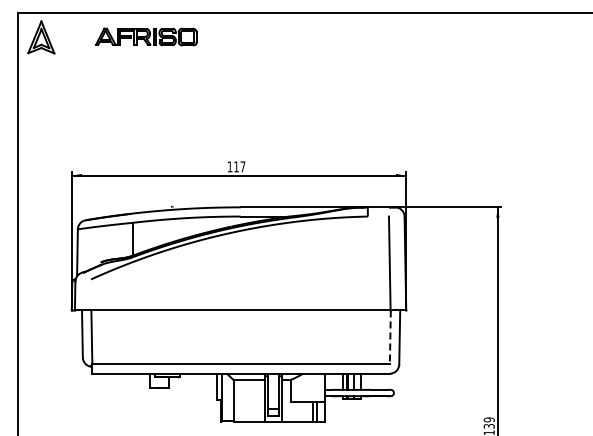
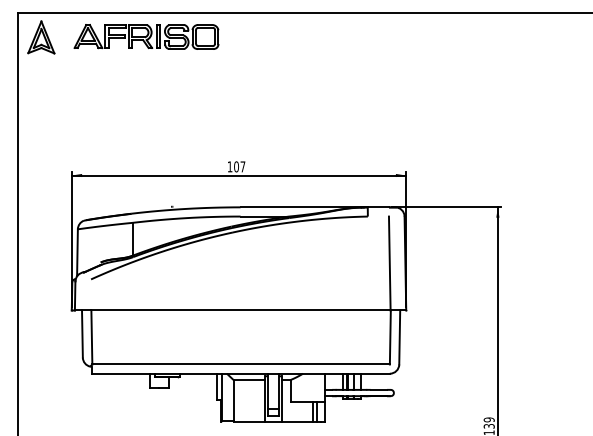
part at (146, 36) size: 103x20 px -> 147x26 px
text at (236, 166): 117 -> 107
line at (390, 337): dashed -> solid
